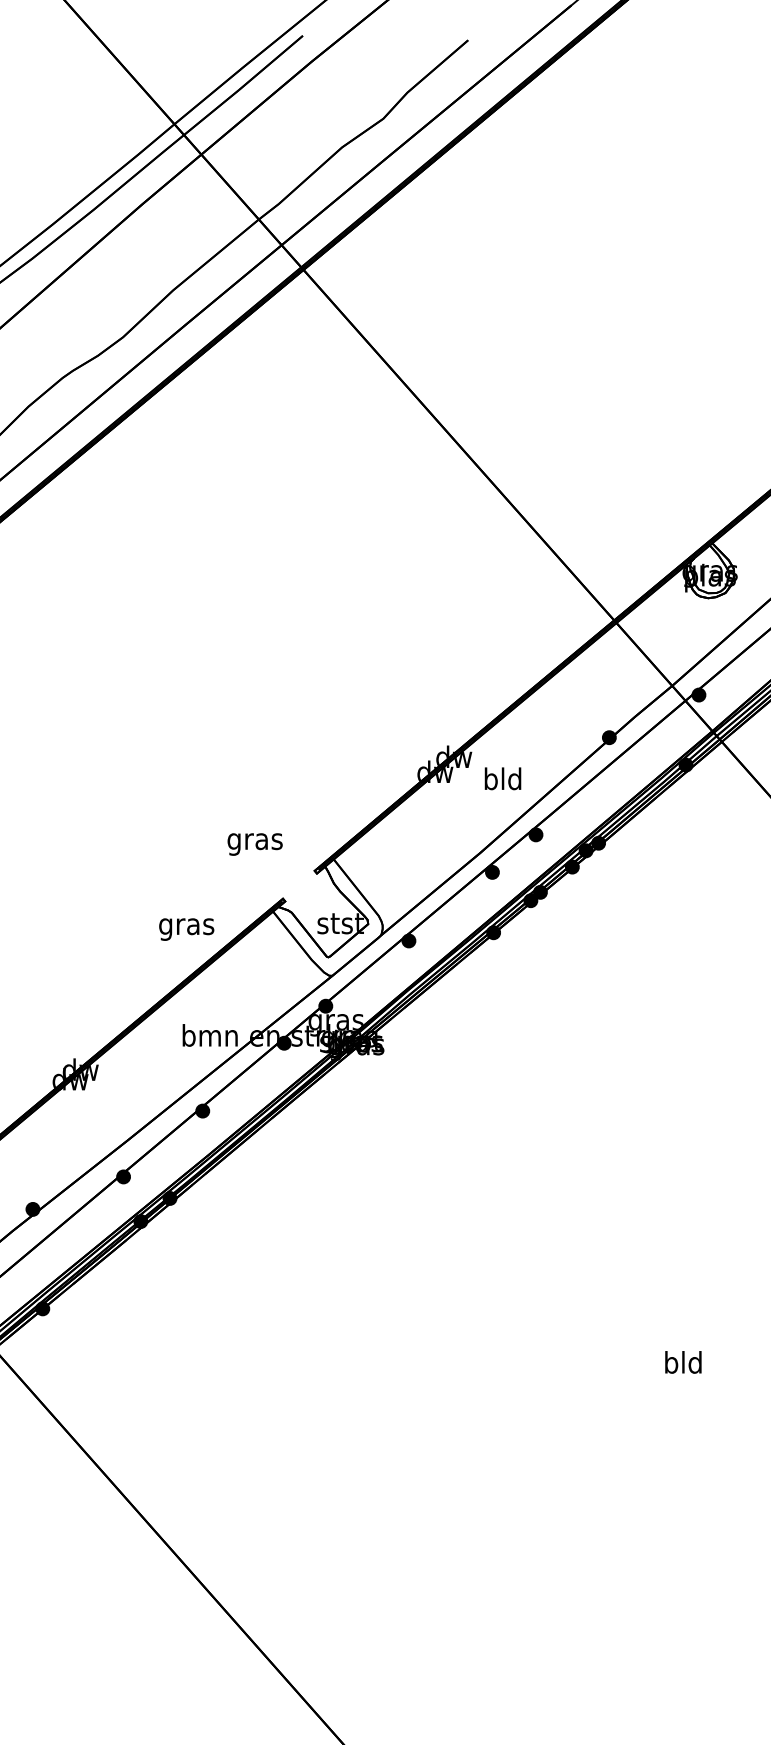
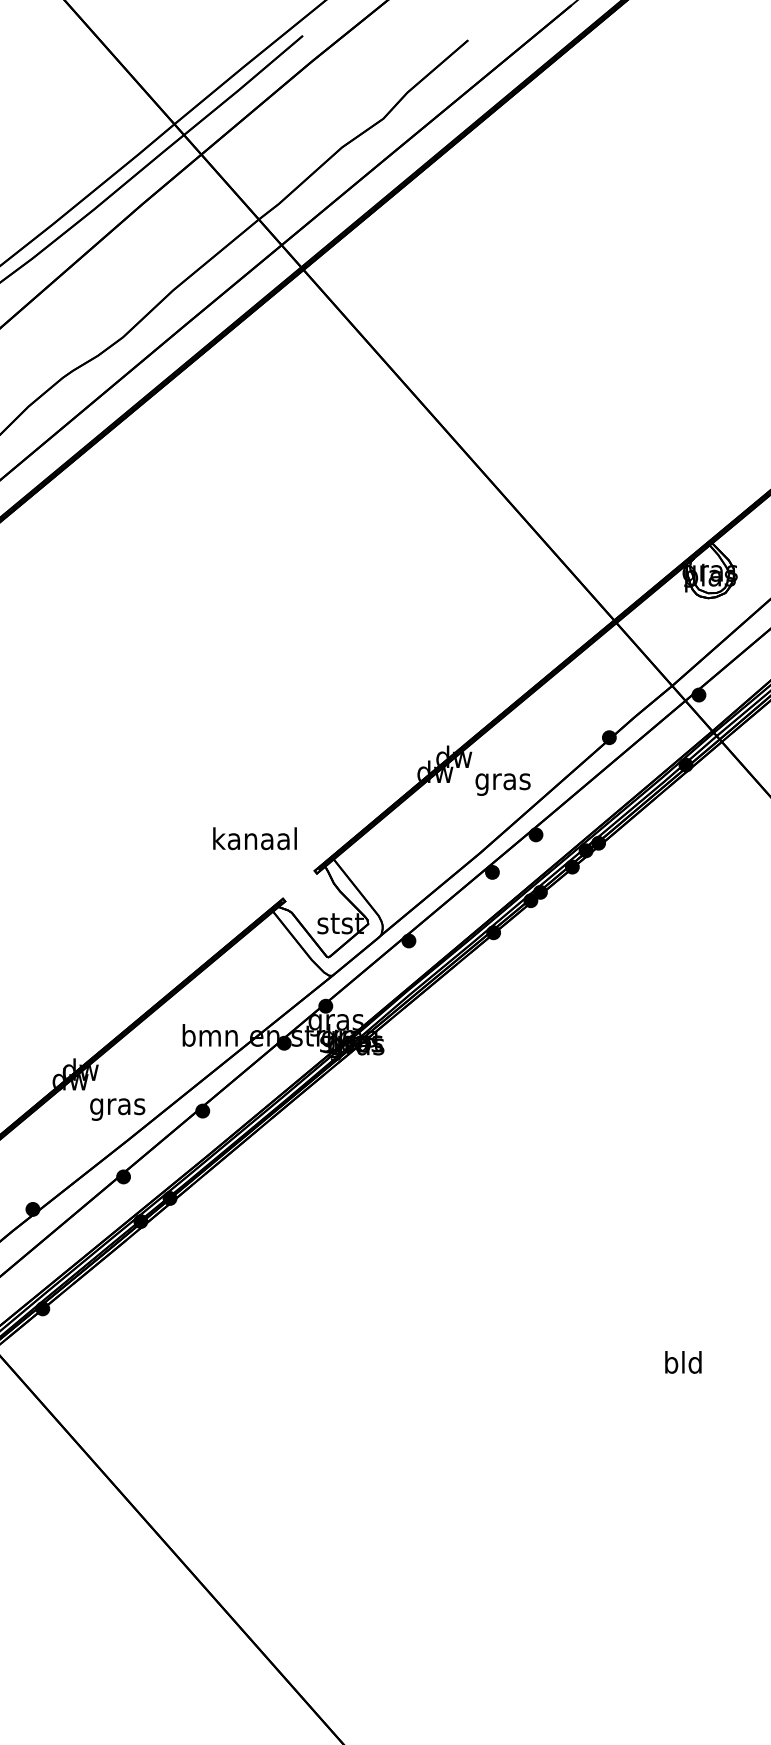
text at (502, 781): bld -> gras
text at (254, 841): gras -> kanaal
text at (186, 929) position: (186, 929) -> (117, 1109)
